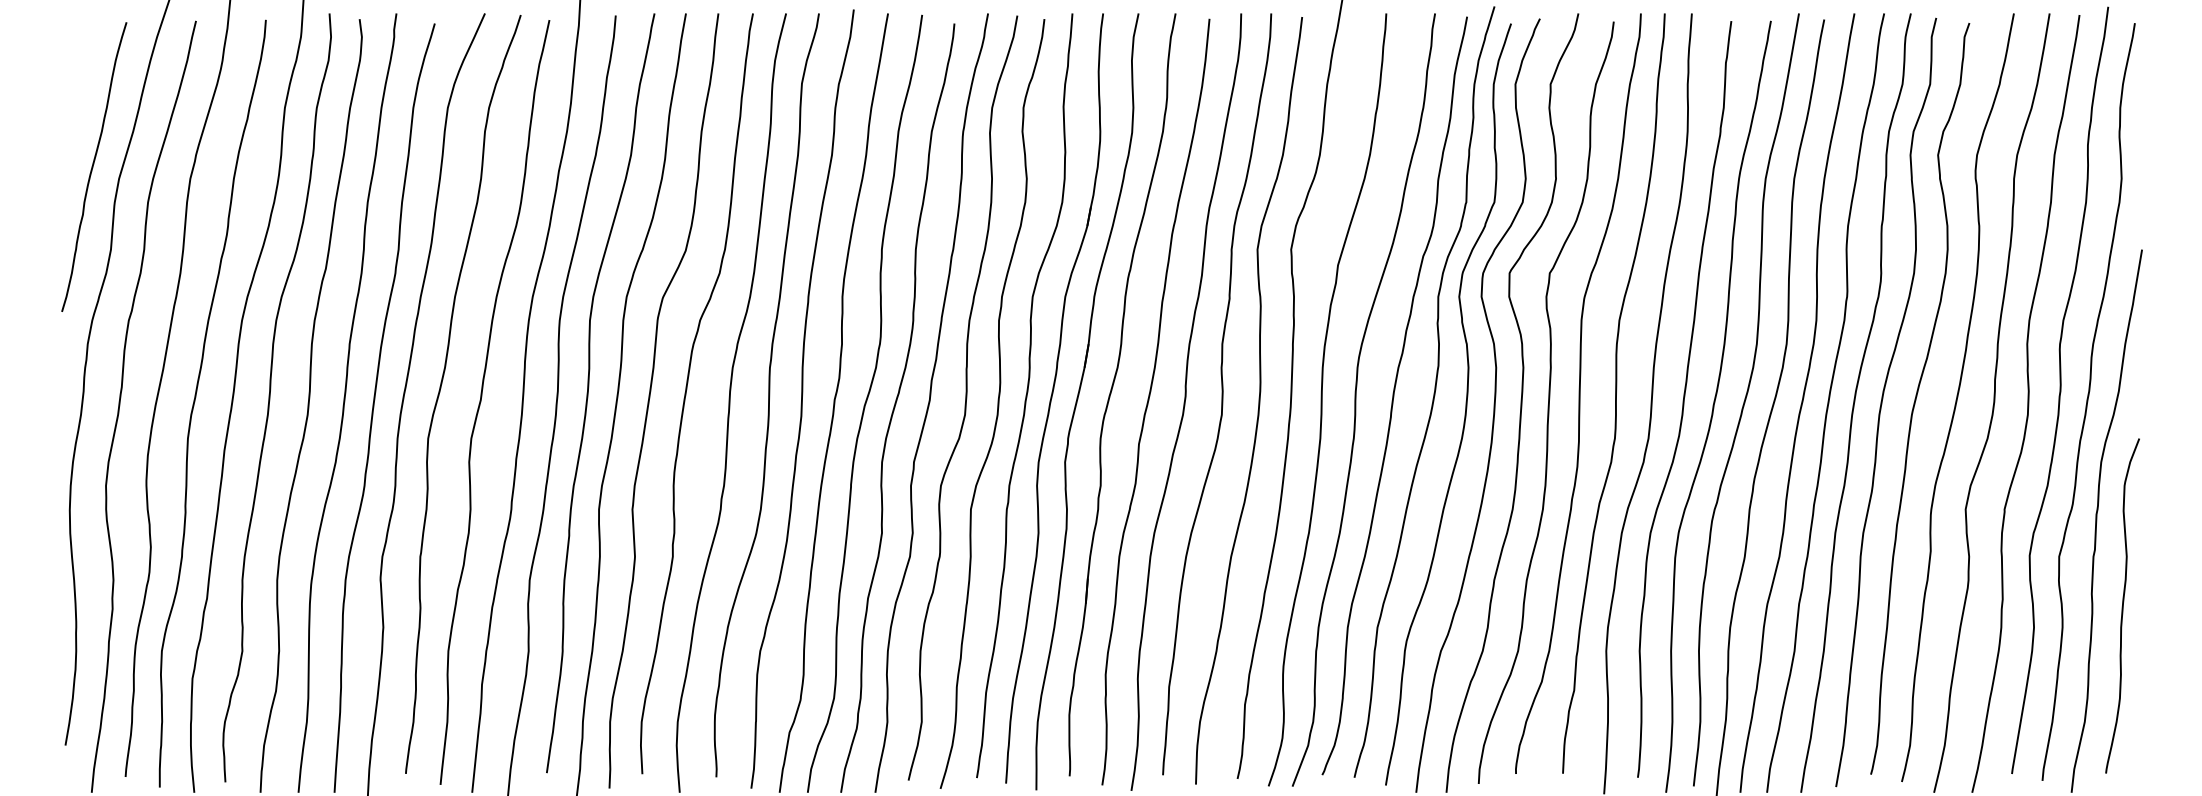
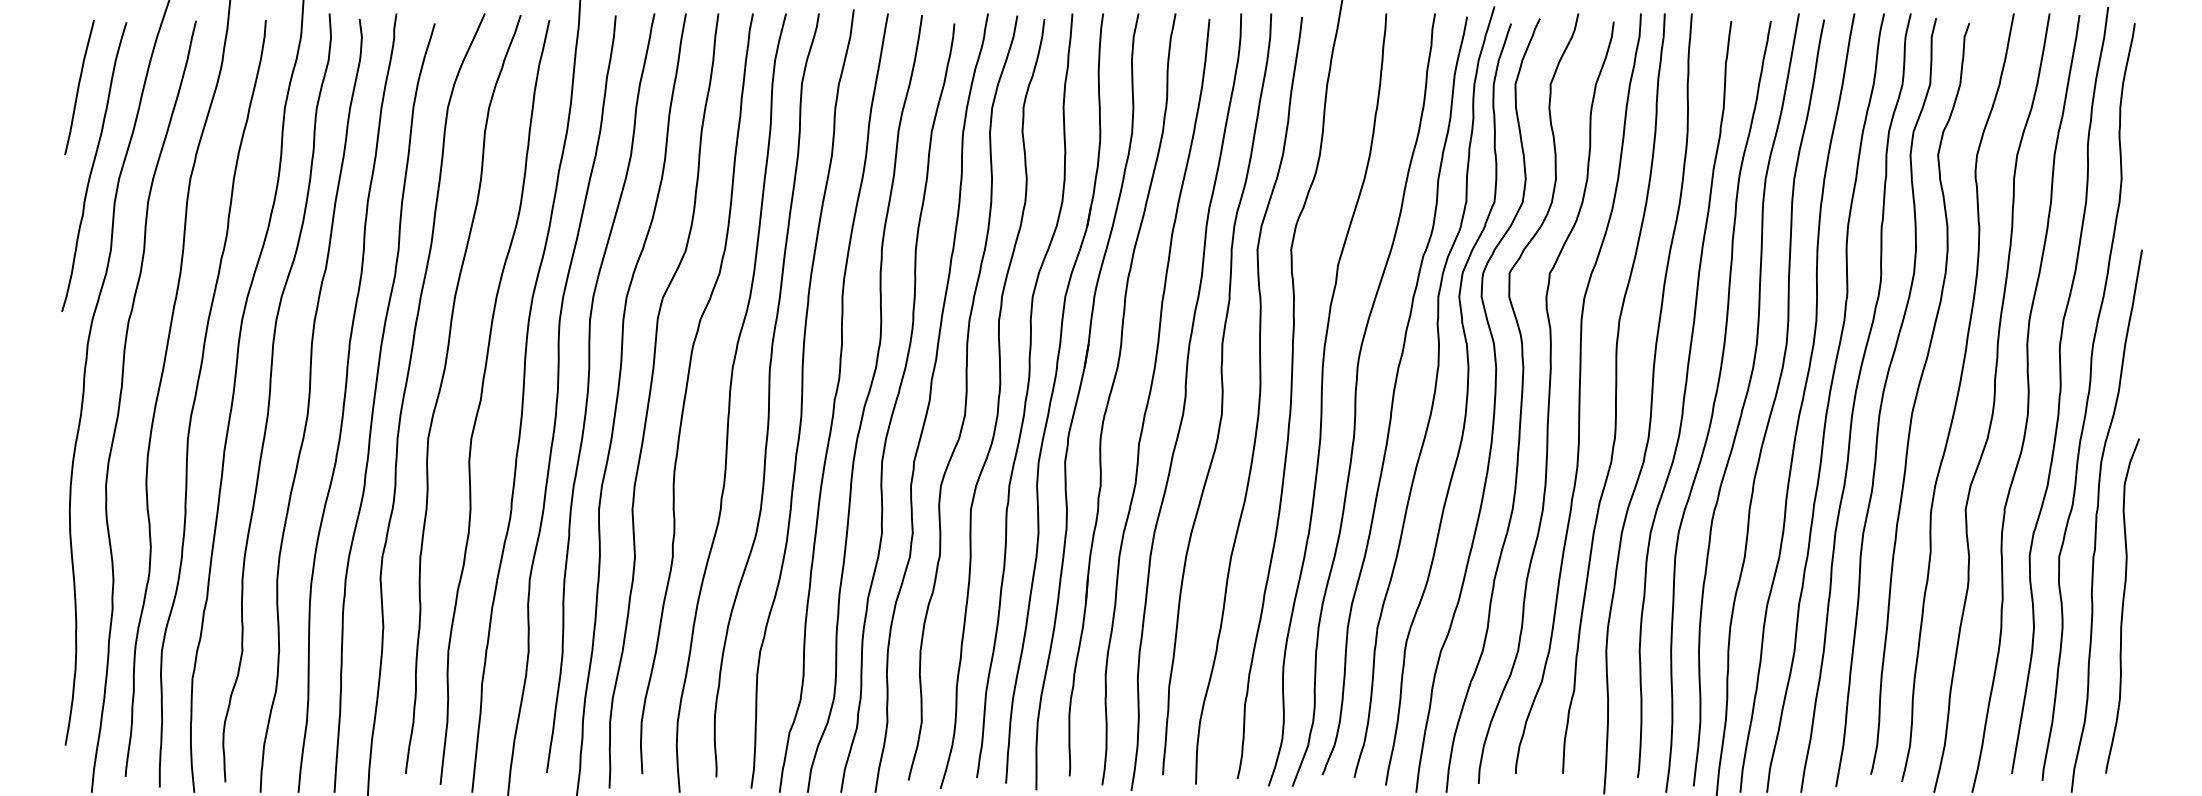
curve at (79, 87): none -> present
